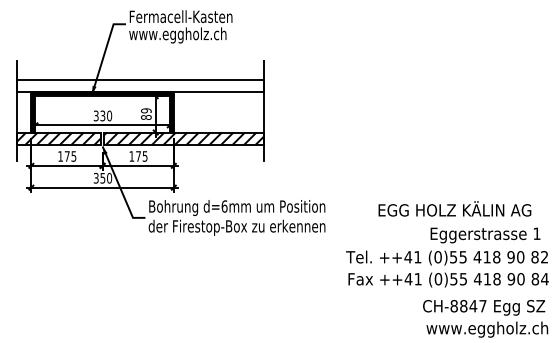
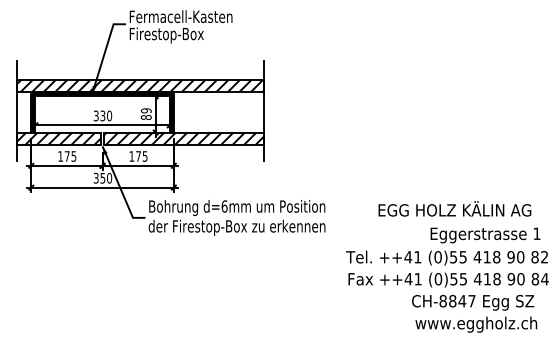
text at (177, 35): www.eggholz.ch -> Firestop-Box
hatch at (139, 85): none -> present
text at (485, 318) position: (485, 318) -> (474, 313)
